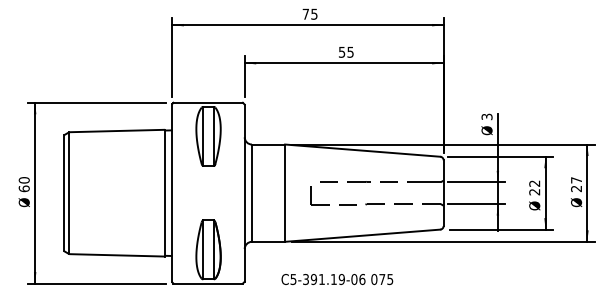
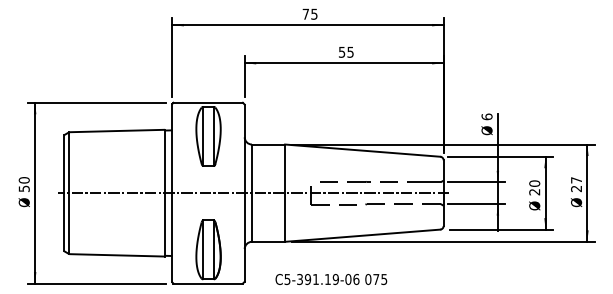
text at (486, 116): 3 -> 6
text at (534, 183): 22 -> 20
text at (23, 188): 60 -> 50
line at (253, 193): none -> present
text at (337, 279) position: (337, 279) -> (331, 279)
